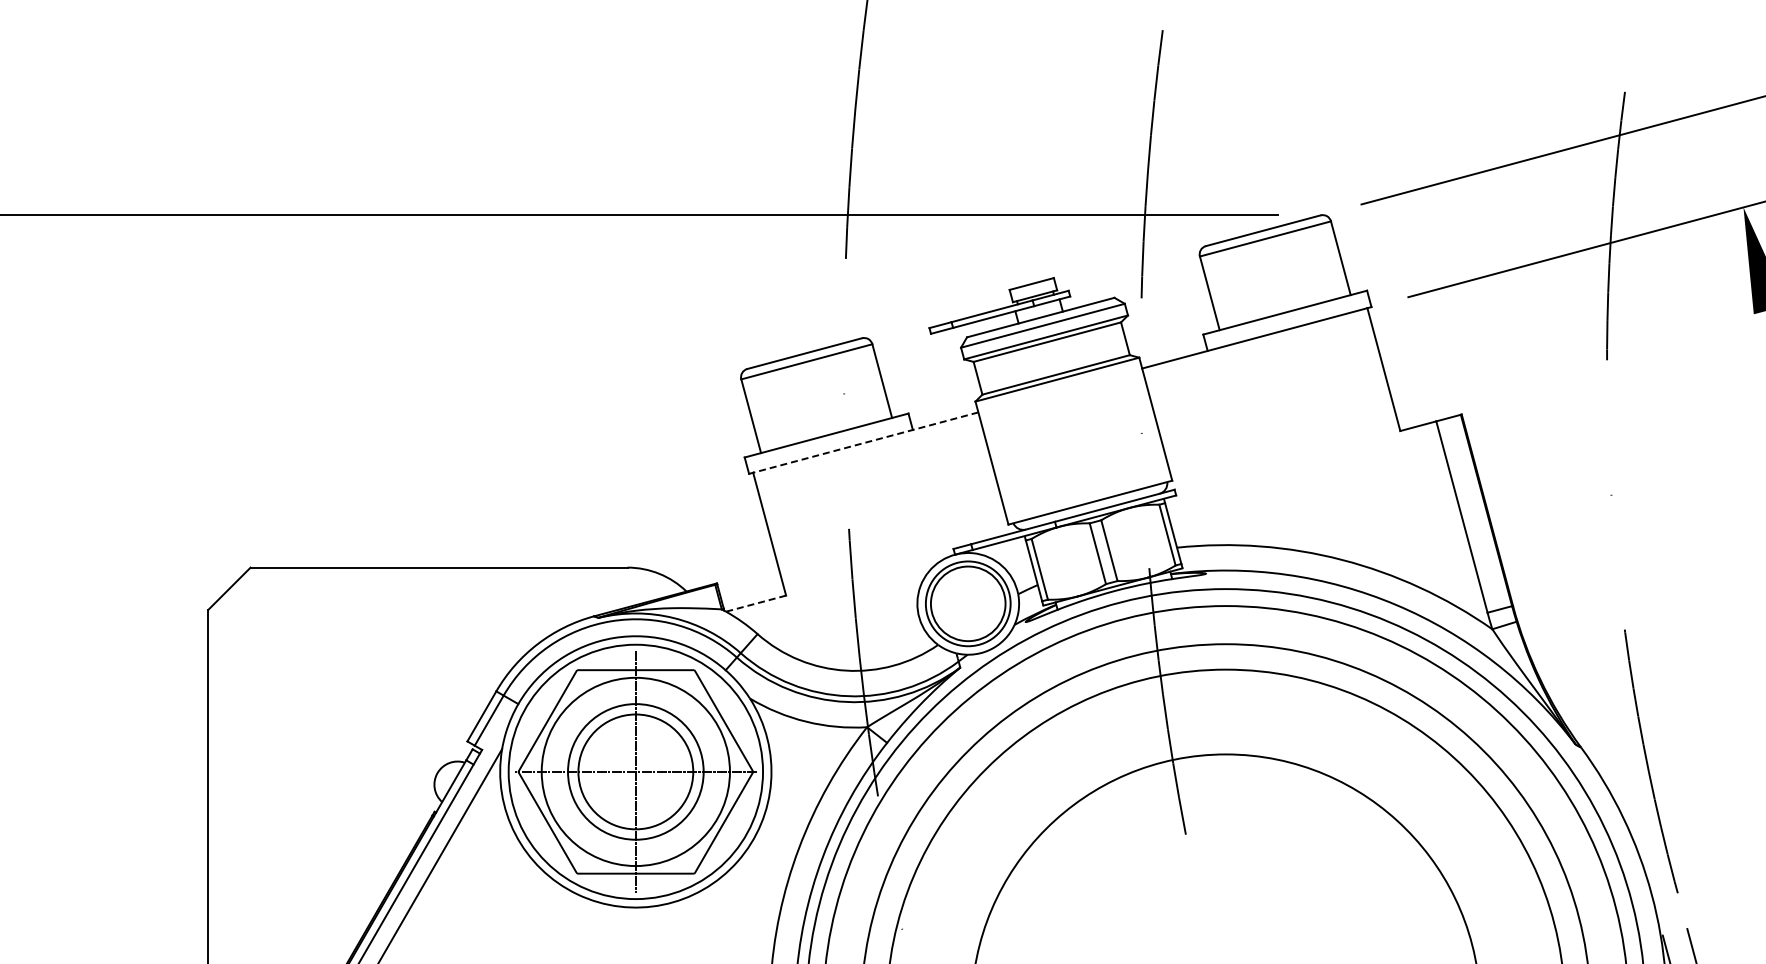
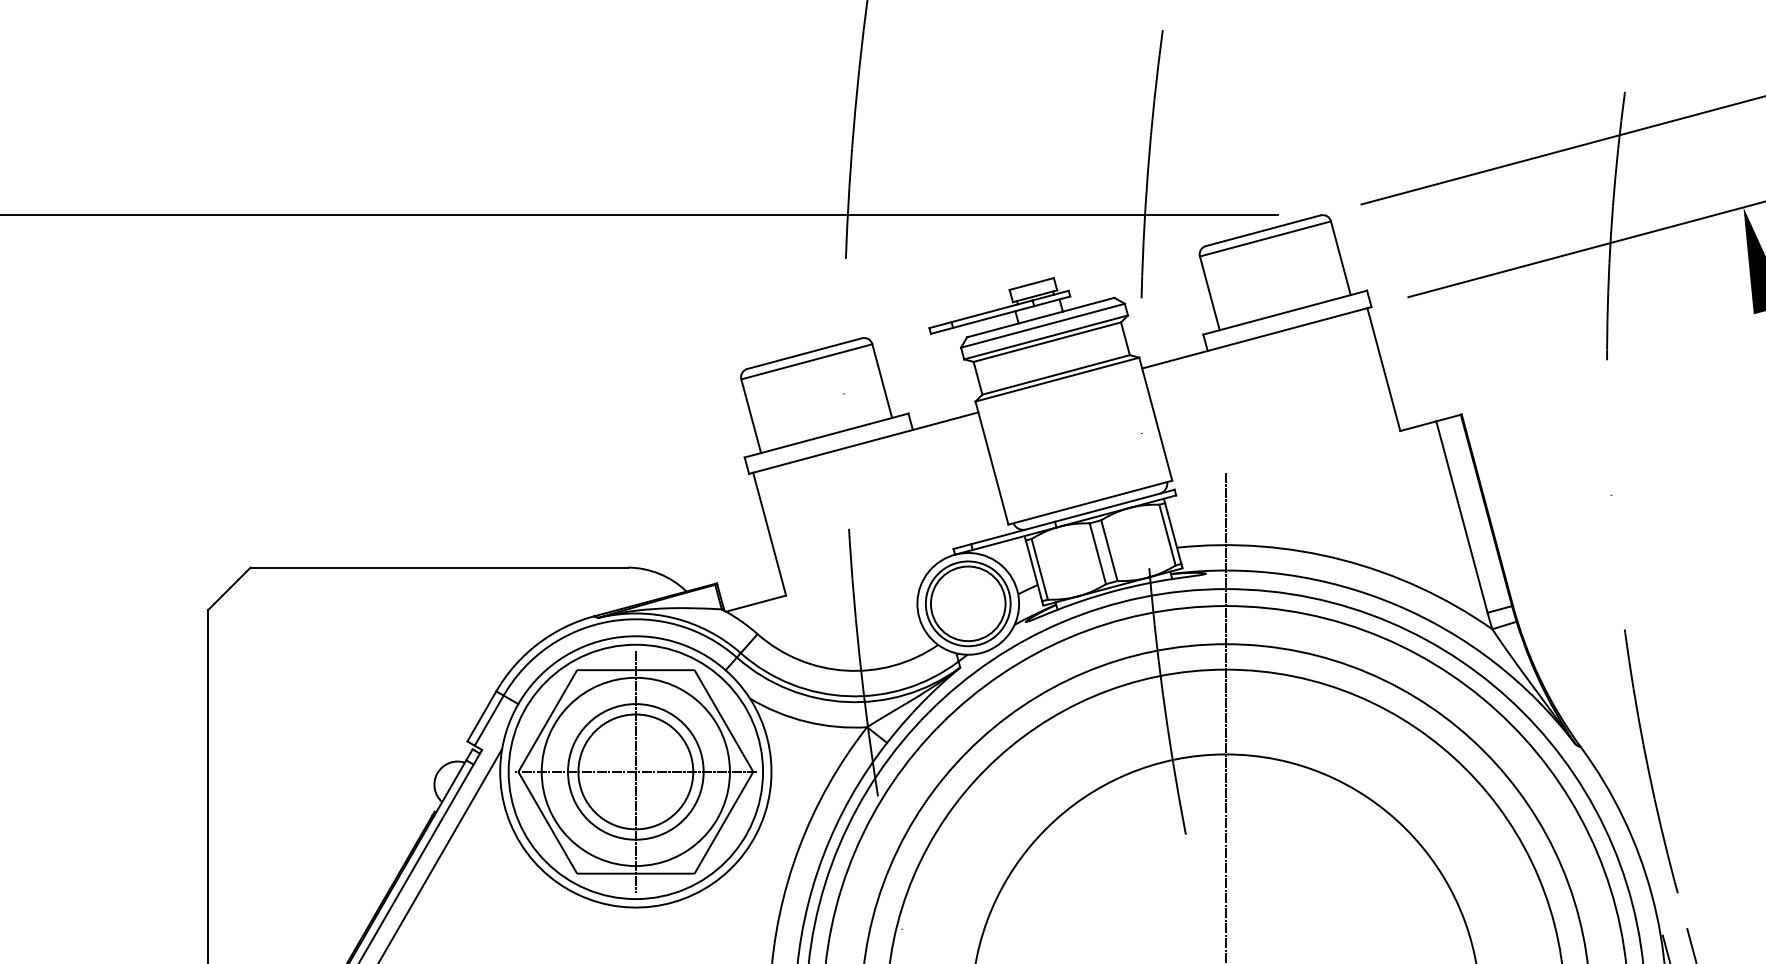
line at (865, 442): dashed -> solid
line at (755, 603): dashed -> solid
line at (1225, 716): none -> present
